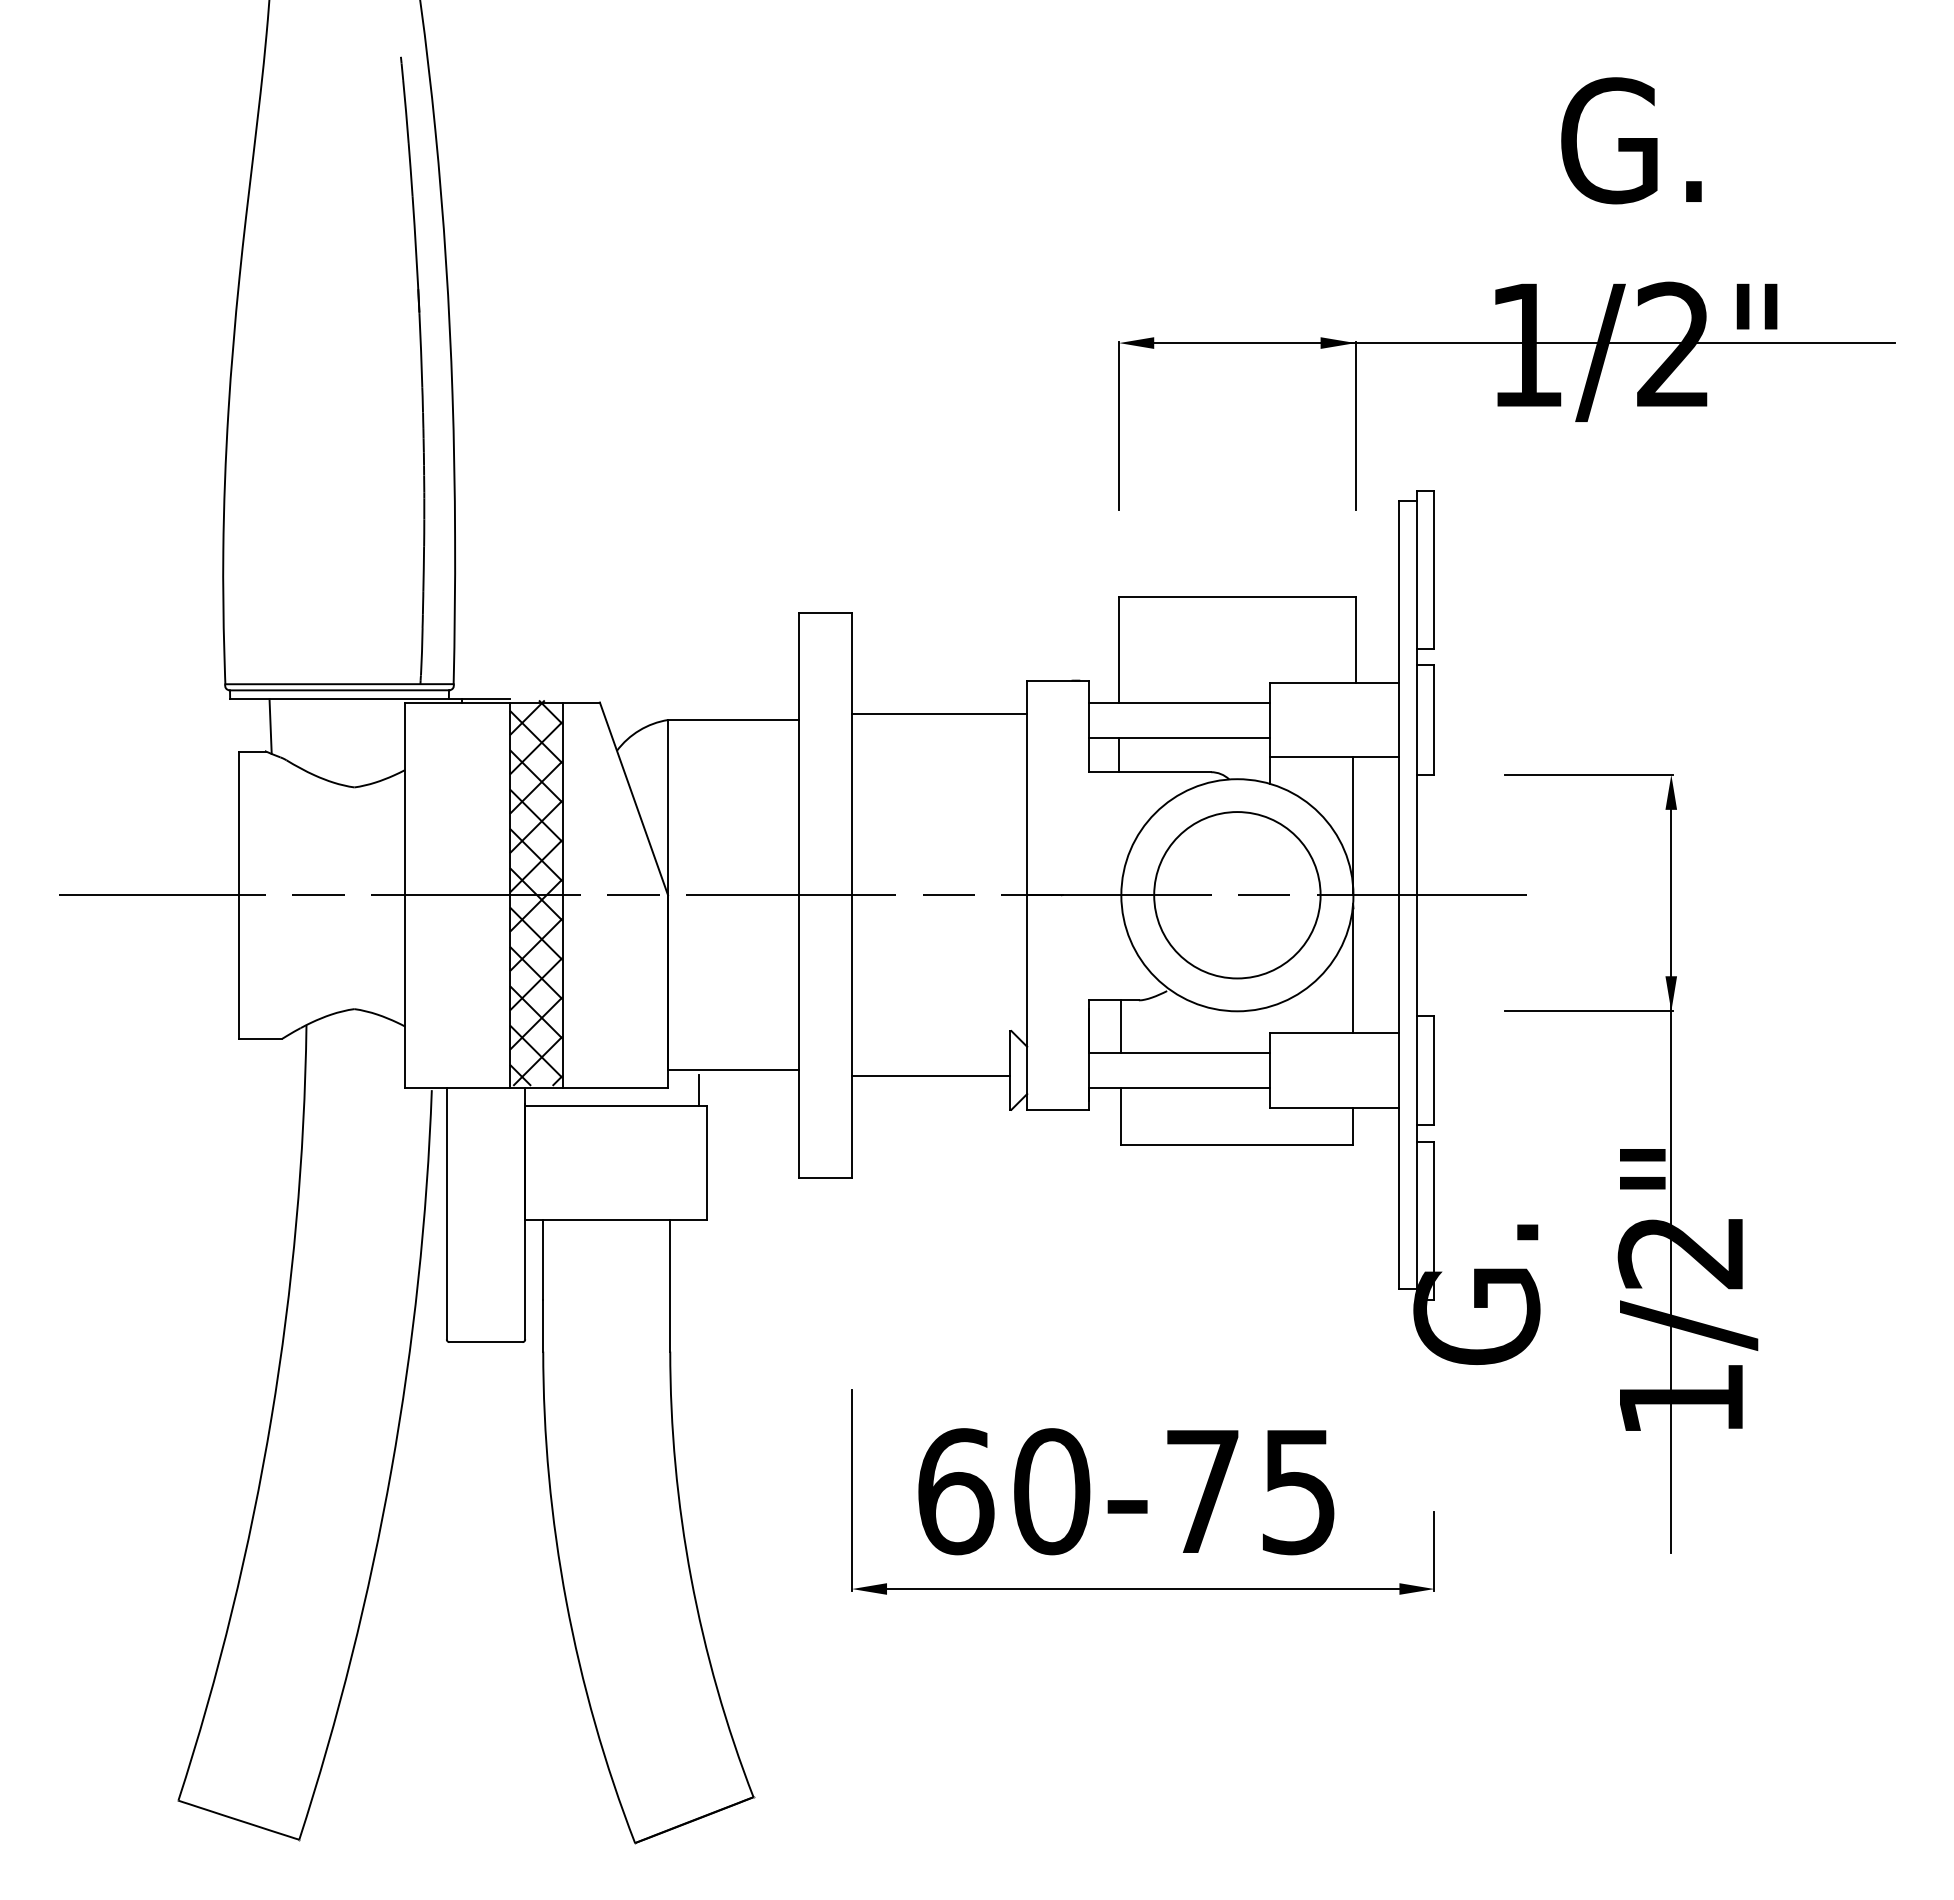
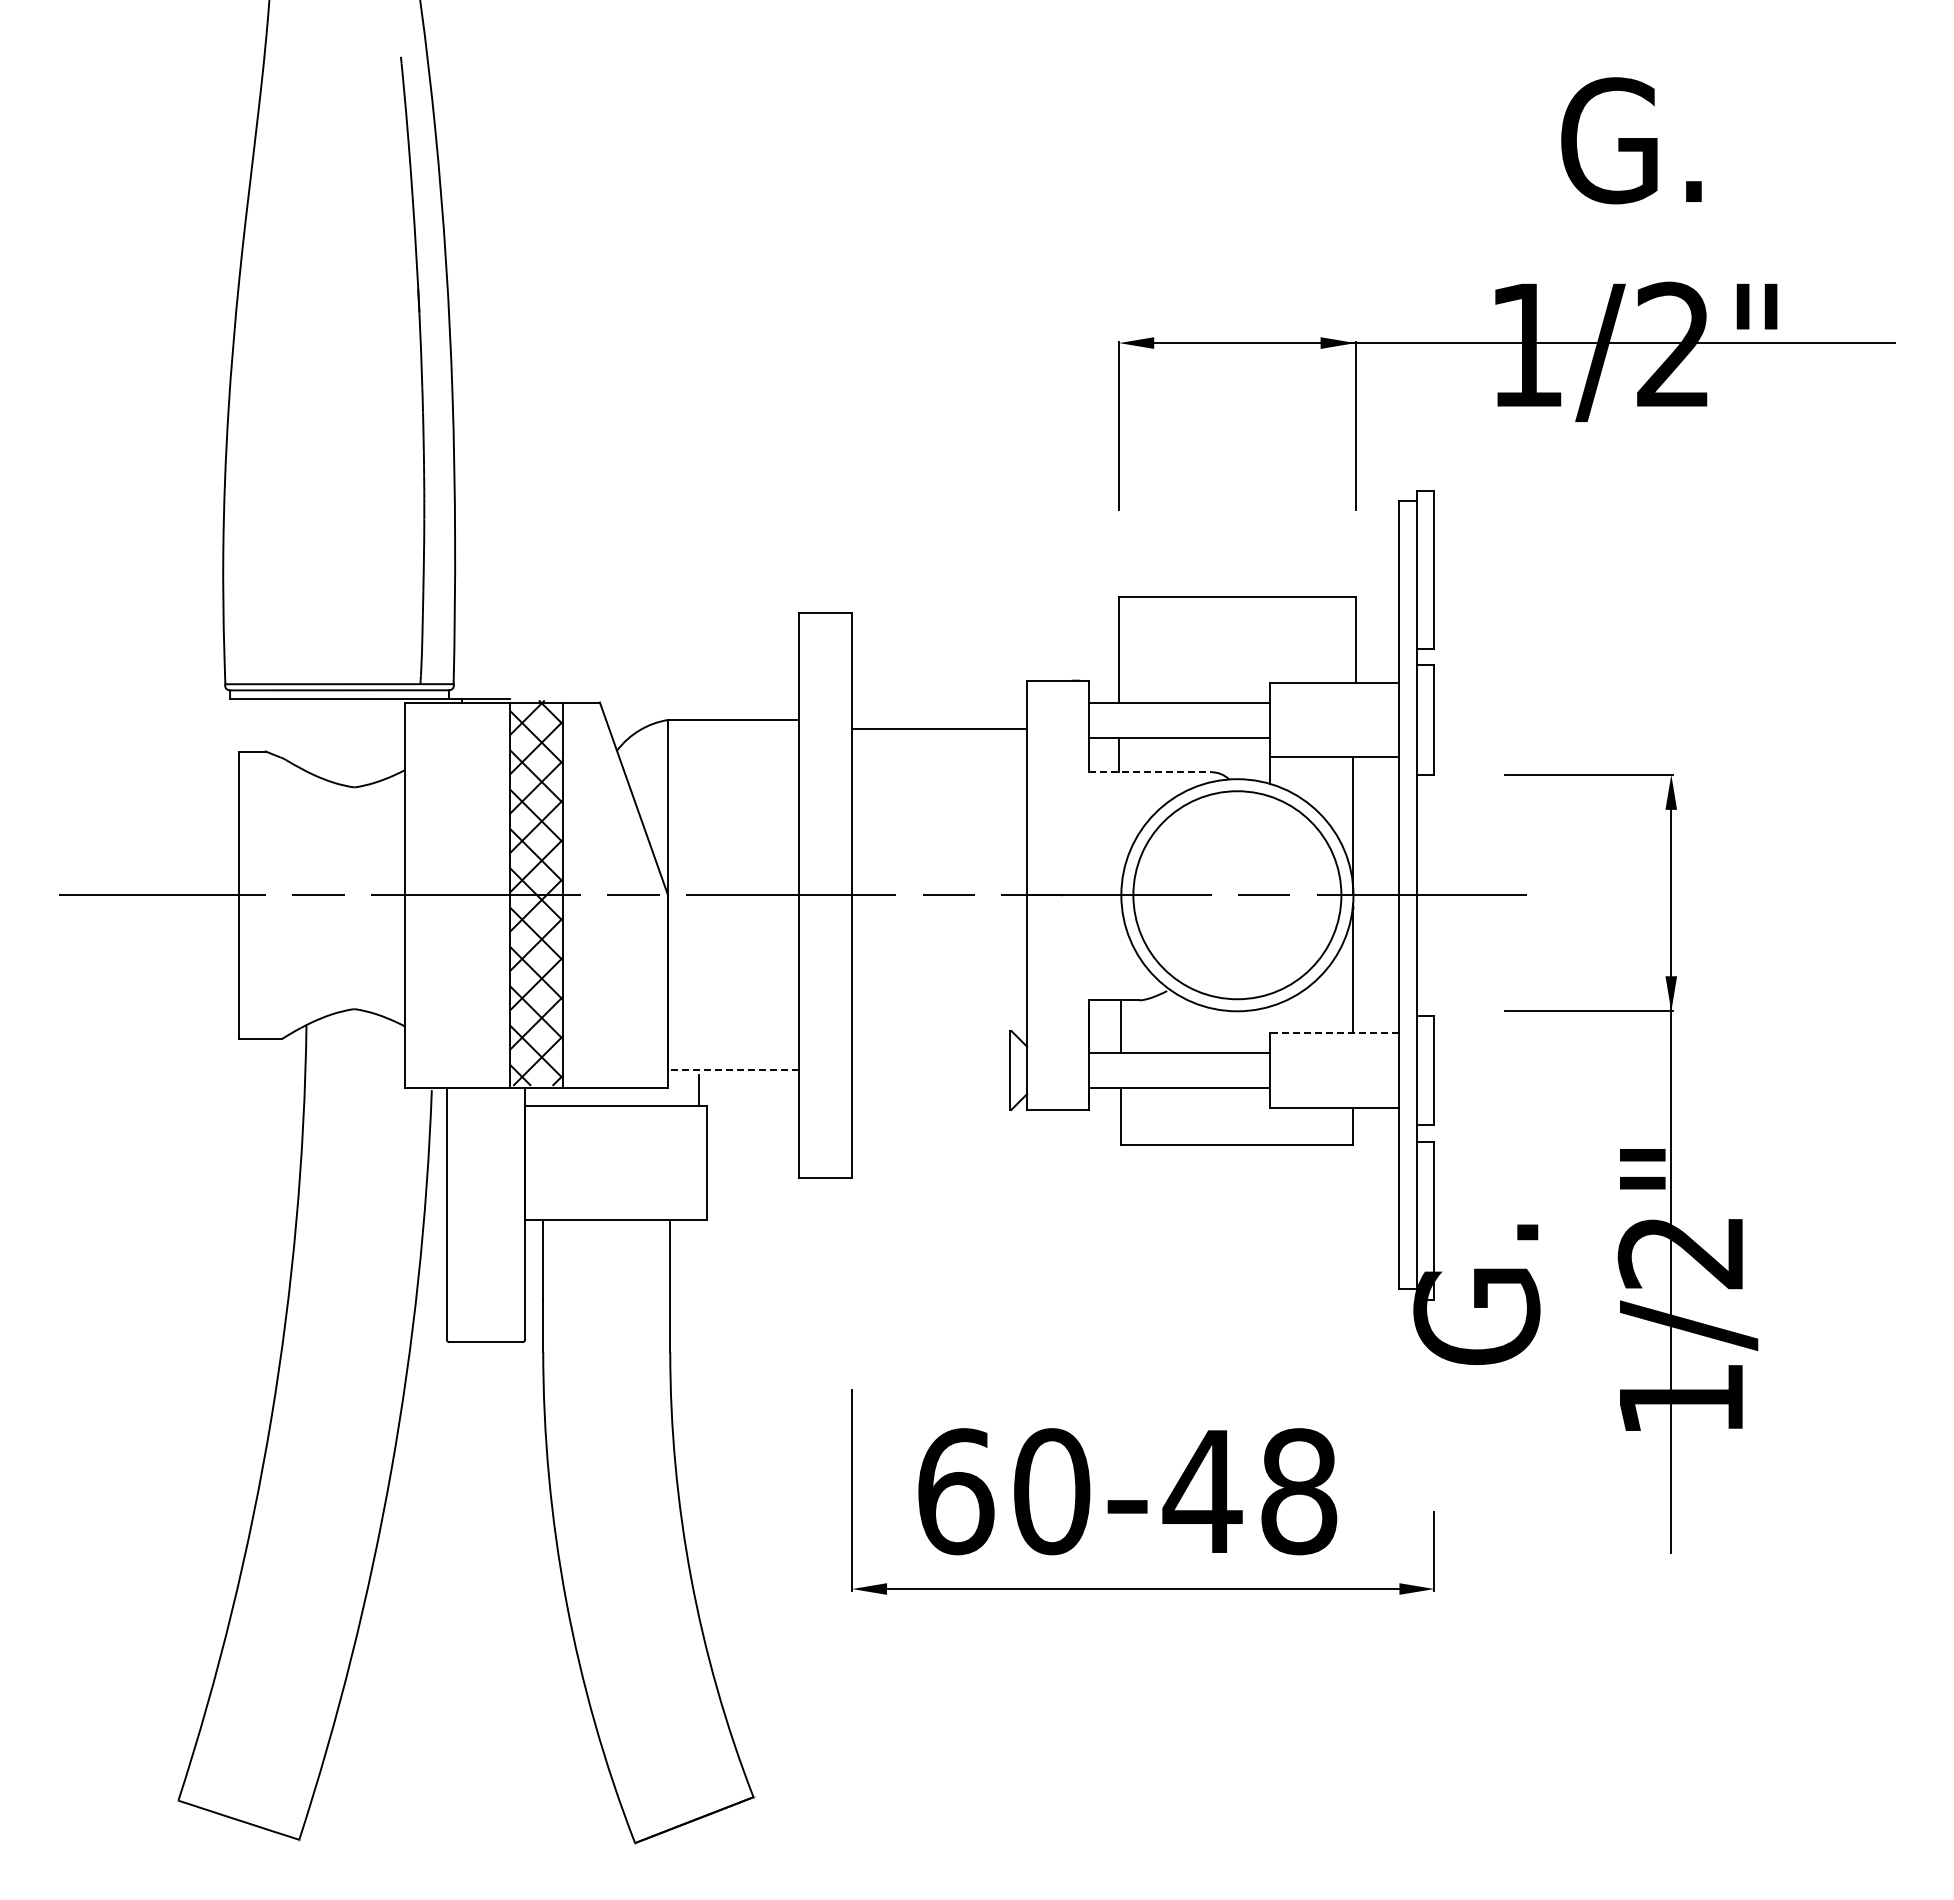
line at (939, 714) position: (939, 714) -> (939, 729)
line at (270, 726): present -> none
line at (1150, 772): solid -> dashed
circle at (1237, 895) diameter: 166 px -> 208 px
line at (1334, 1033): solid -> dashed
line at (733, 1070): solid -> dashed
line at (930, 1076): present -> none
text at (1249, 1491): 60-75 -> 60-48
